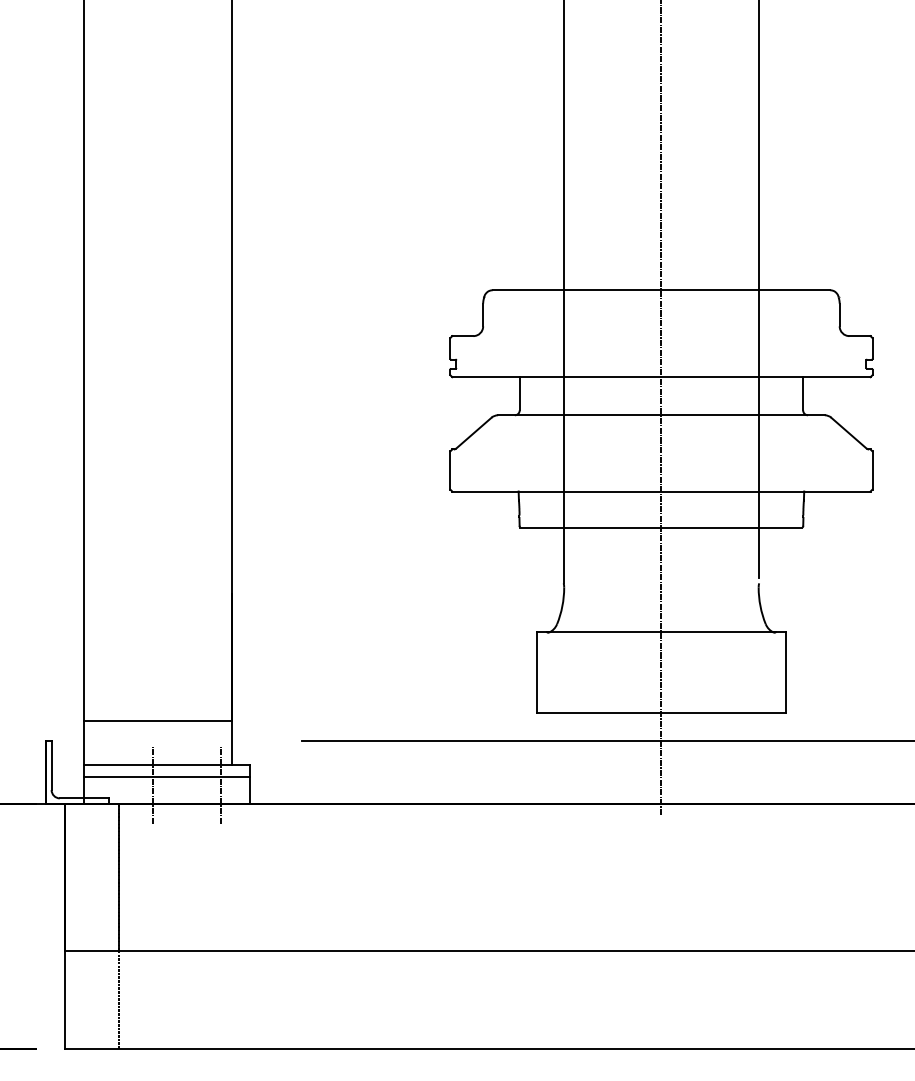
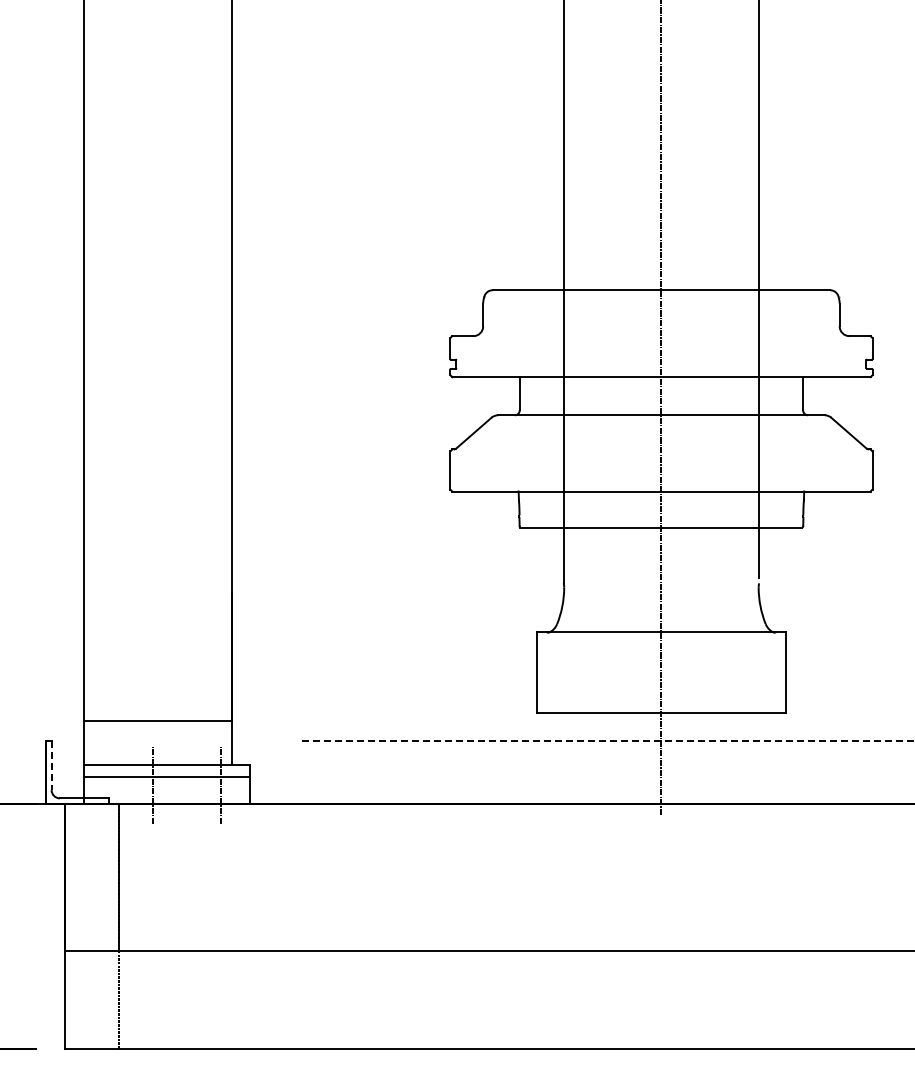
line at (608, 740): solid -> dashed
line at (51, 765): solid -> dashed
